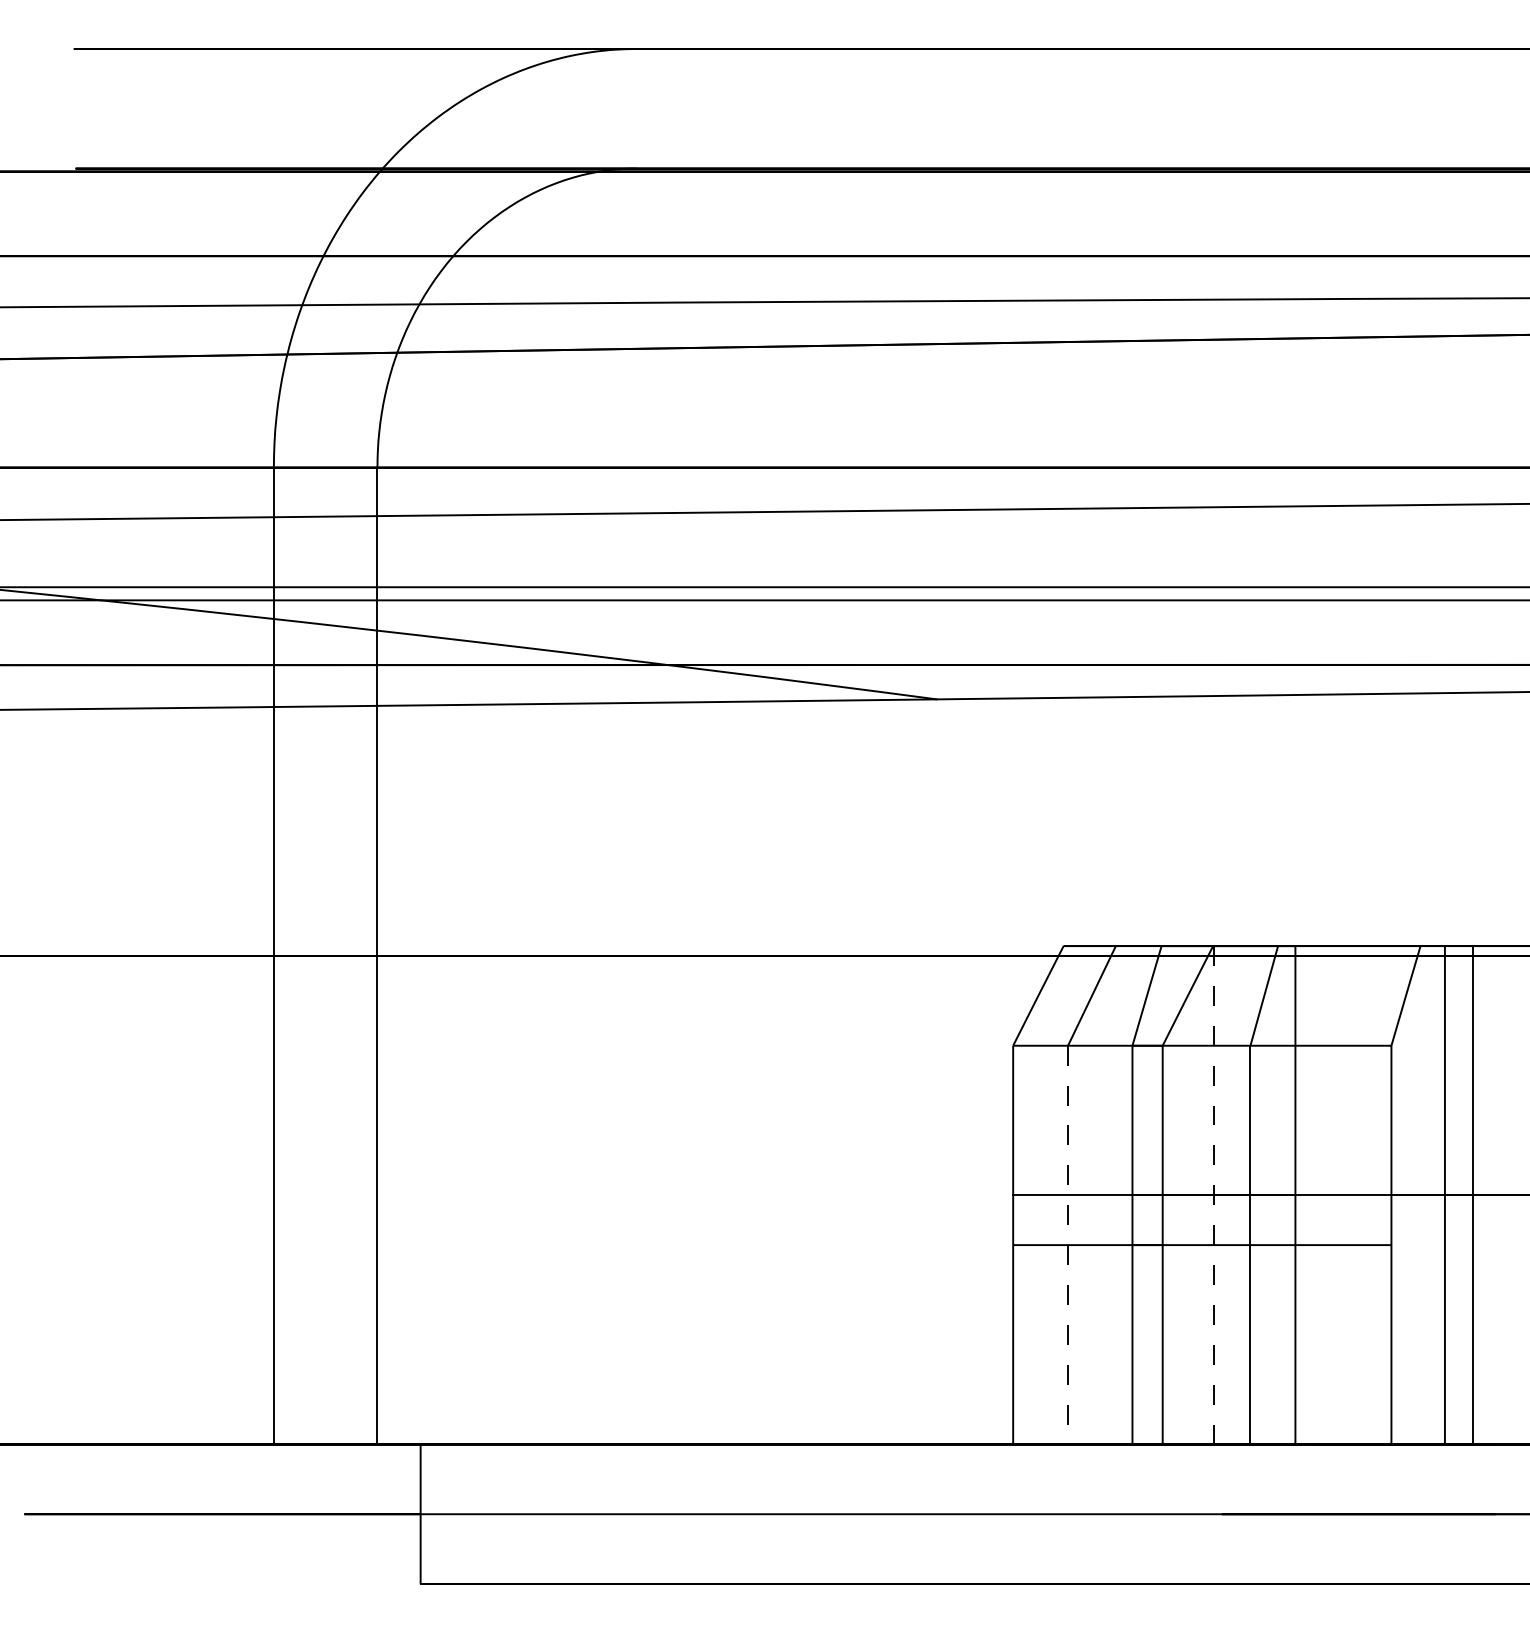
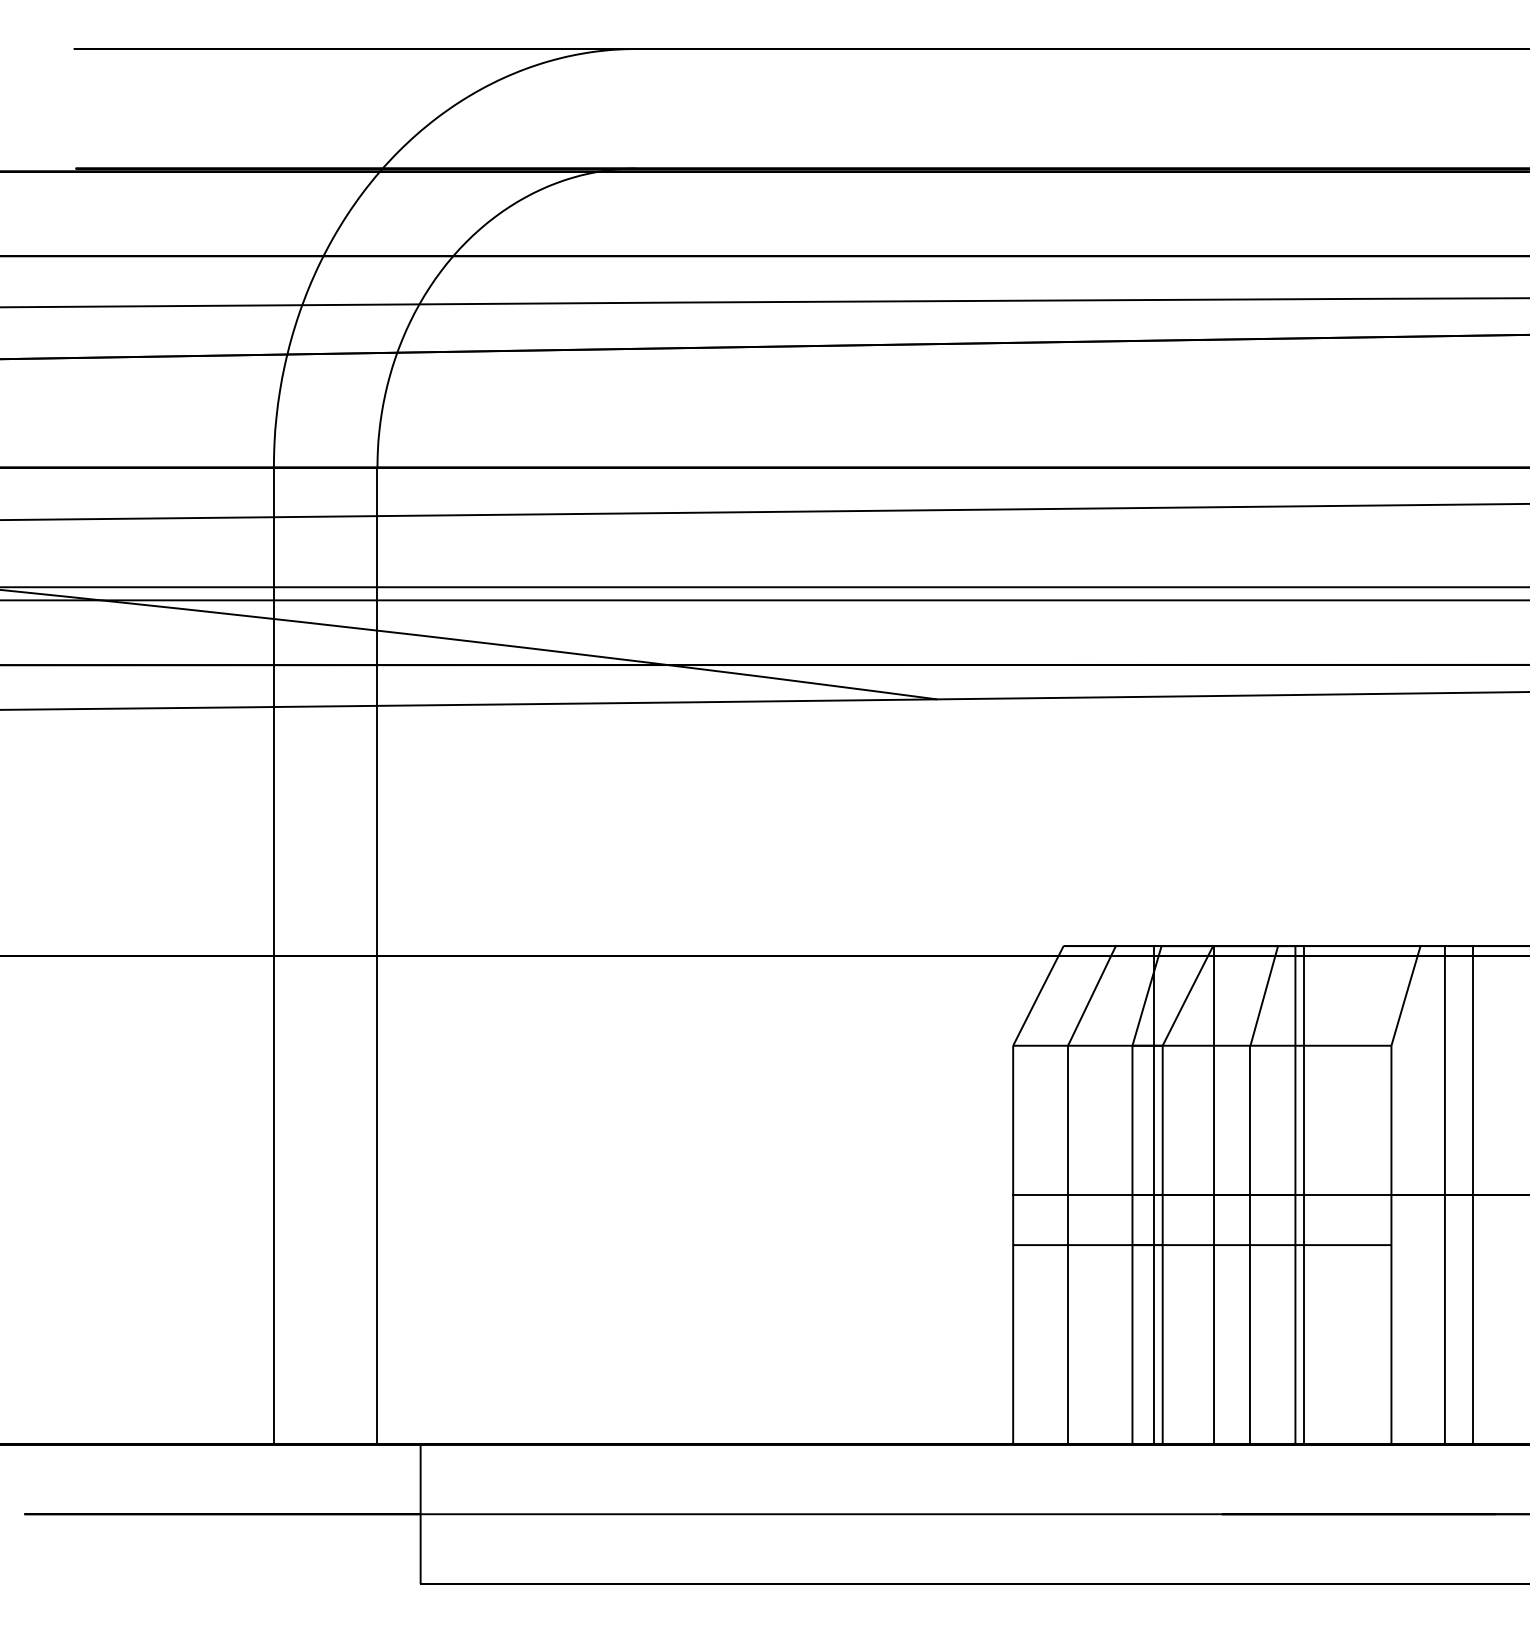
line at (1213, 1194): dashed -> solid
line at (1154, 1195): none -> present
line at (1303, 1195): none -> present
line at (1068, 1245): dashed -> solid
